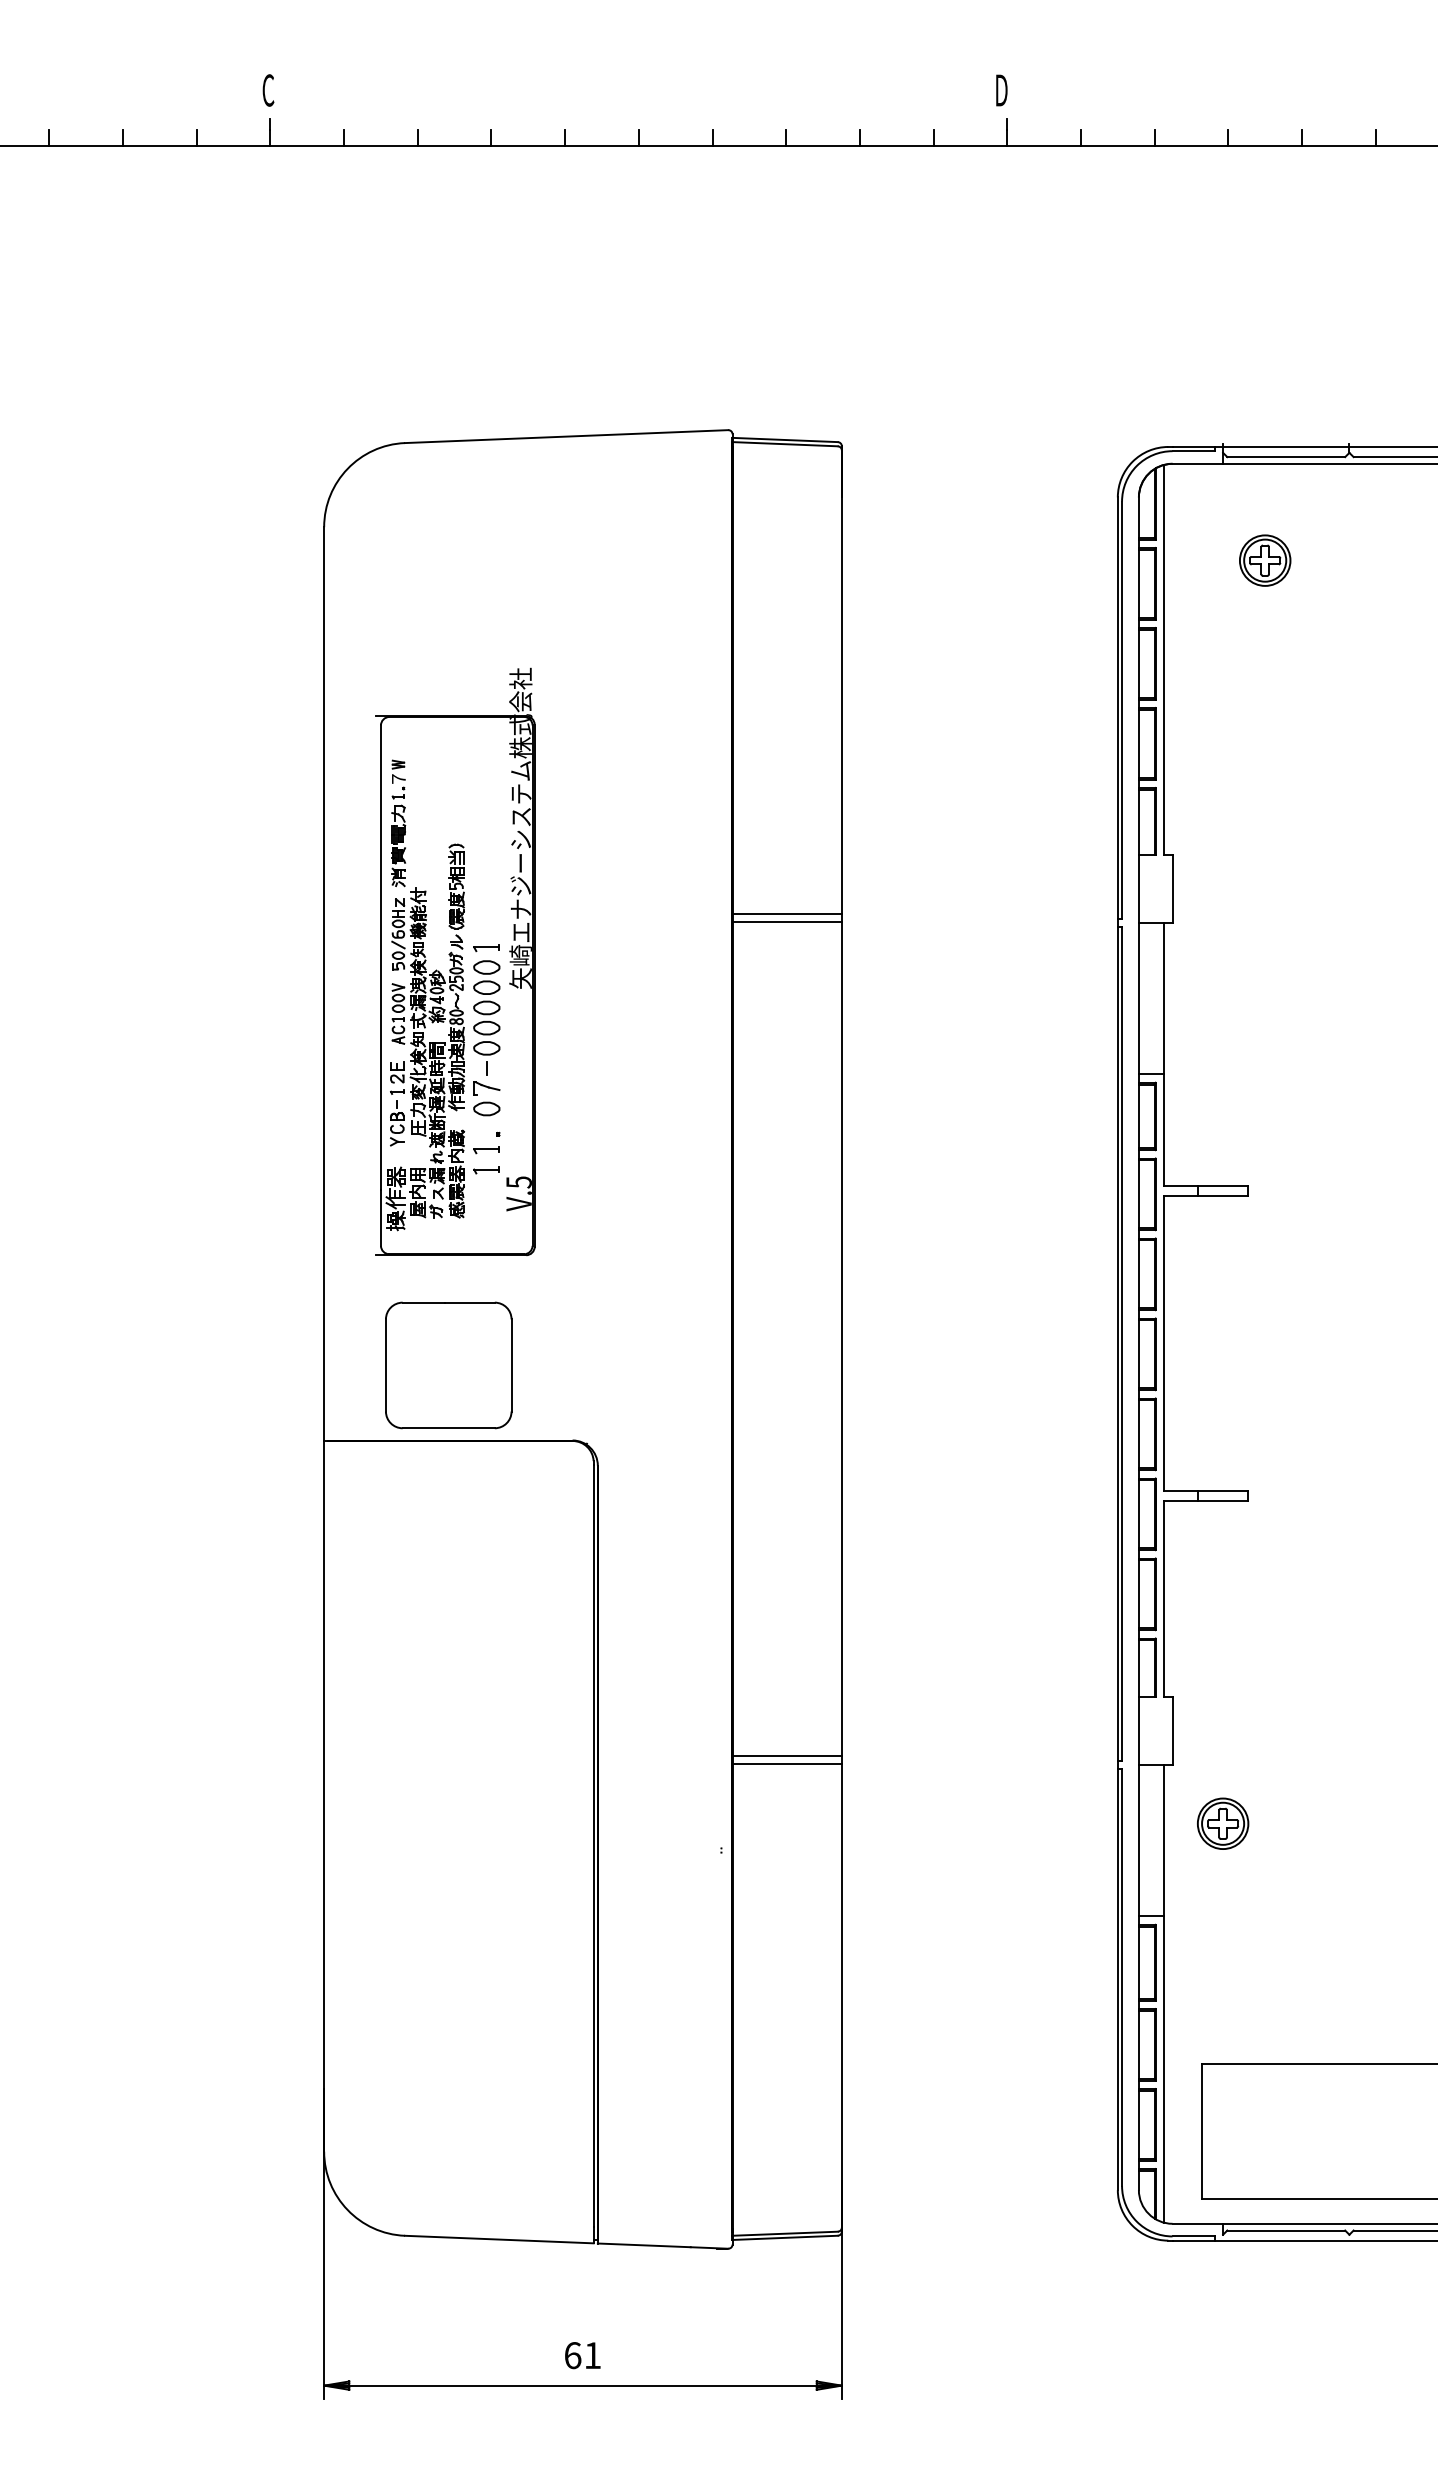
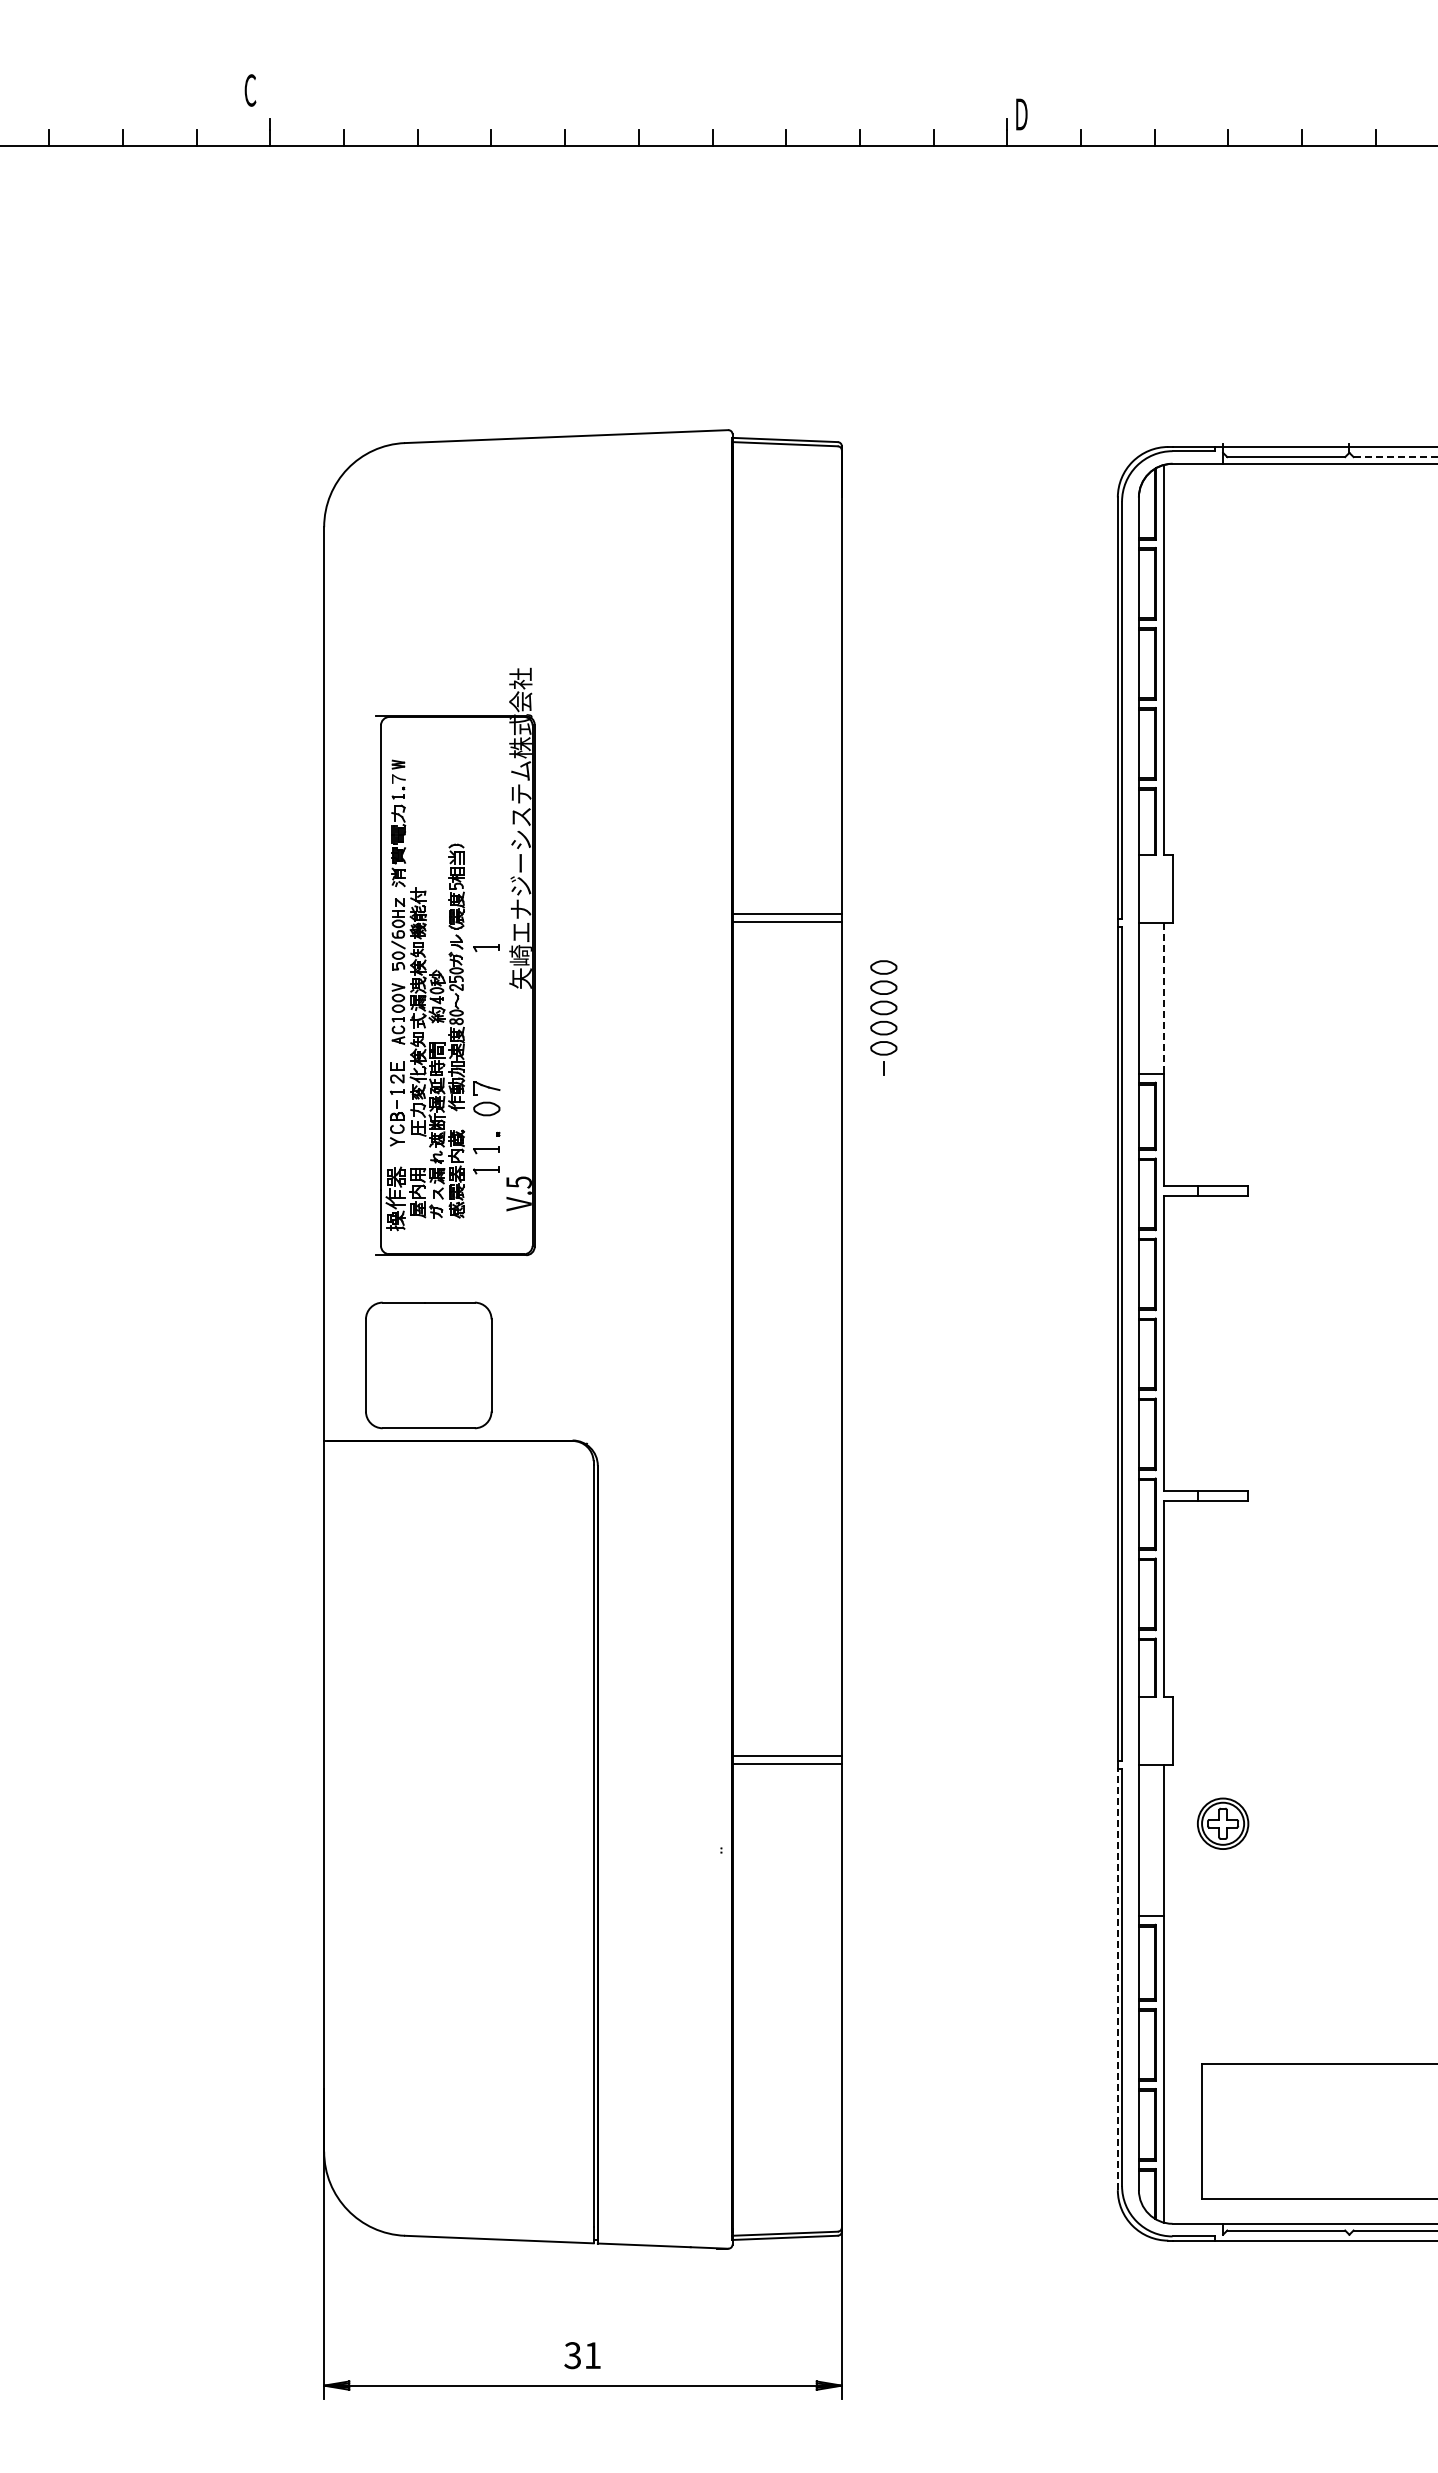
text at (268, 90) position: (268, 90) -> (250, 90)
text at (1001, 90) position: (1001, 90) -> (1021, 114)
line at (1395, 457): solid -> dashed
part at (1265, 560): present -> none
line at (1164, 998): solid -> dashed
part at (486, 1017) position: (486, 1017) -> (883, 1017)
part at (448, 1365) position: (448, 1365) -> (428, 1365)
line at (1117, 1979): solid -> dashed
text at (572, 2355): 61 -> 31
